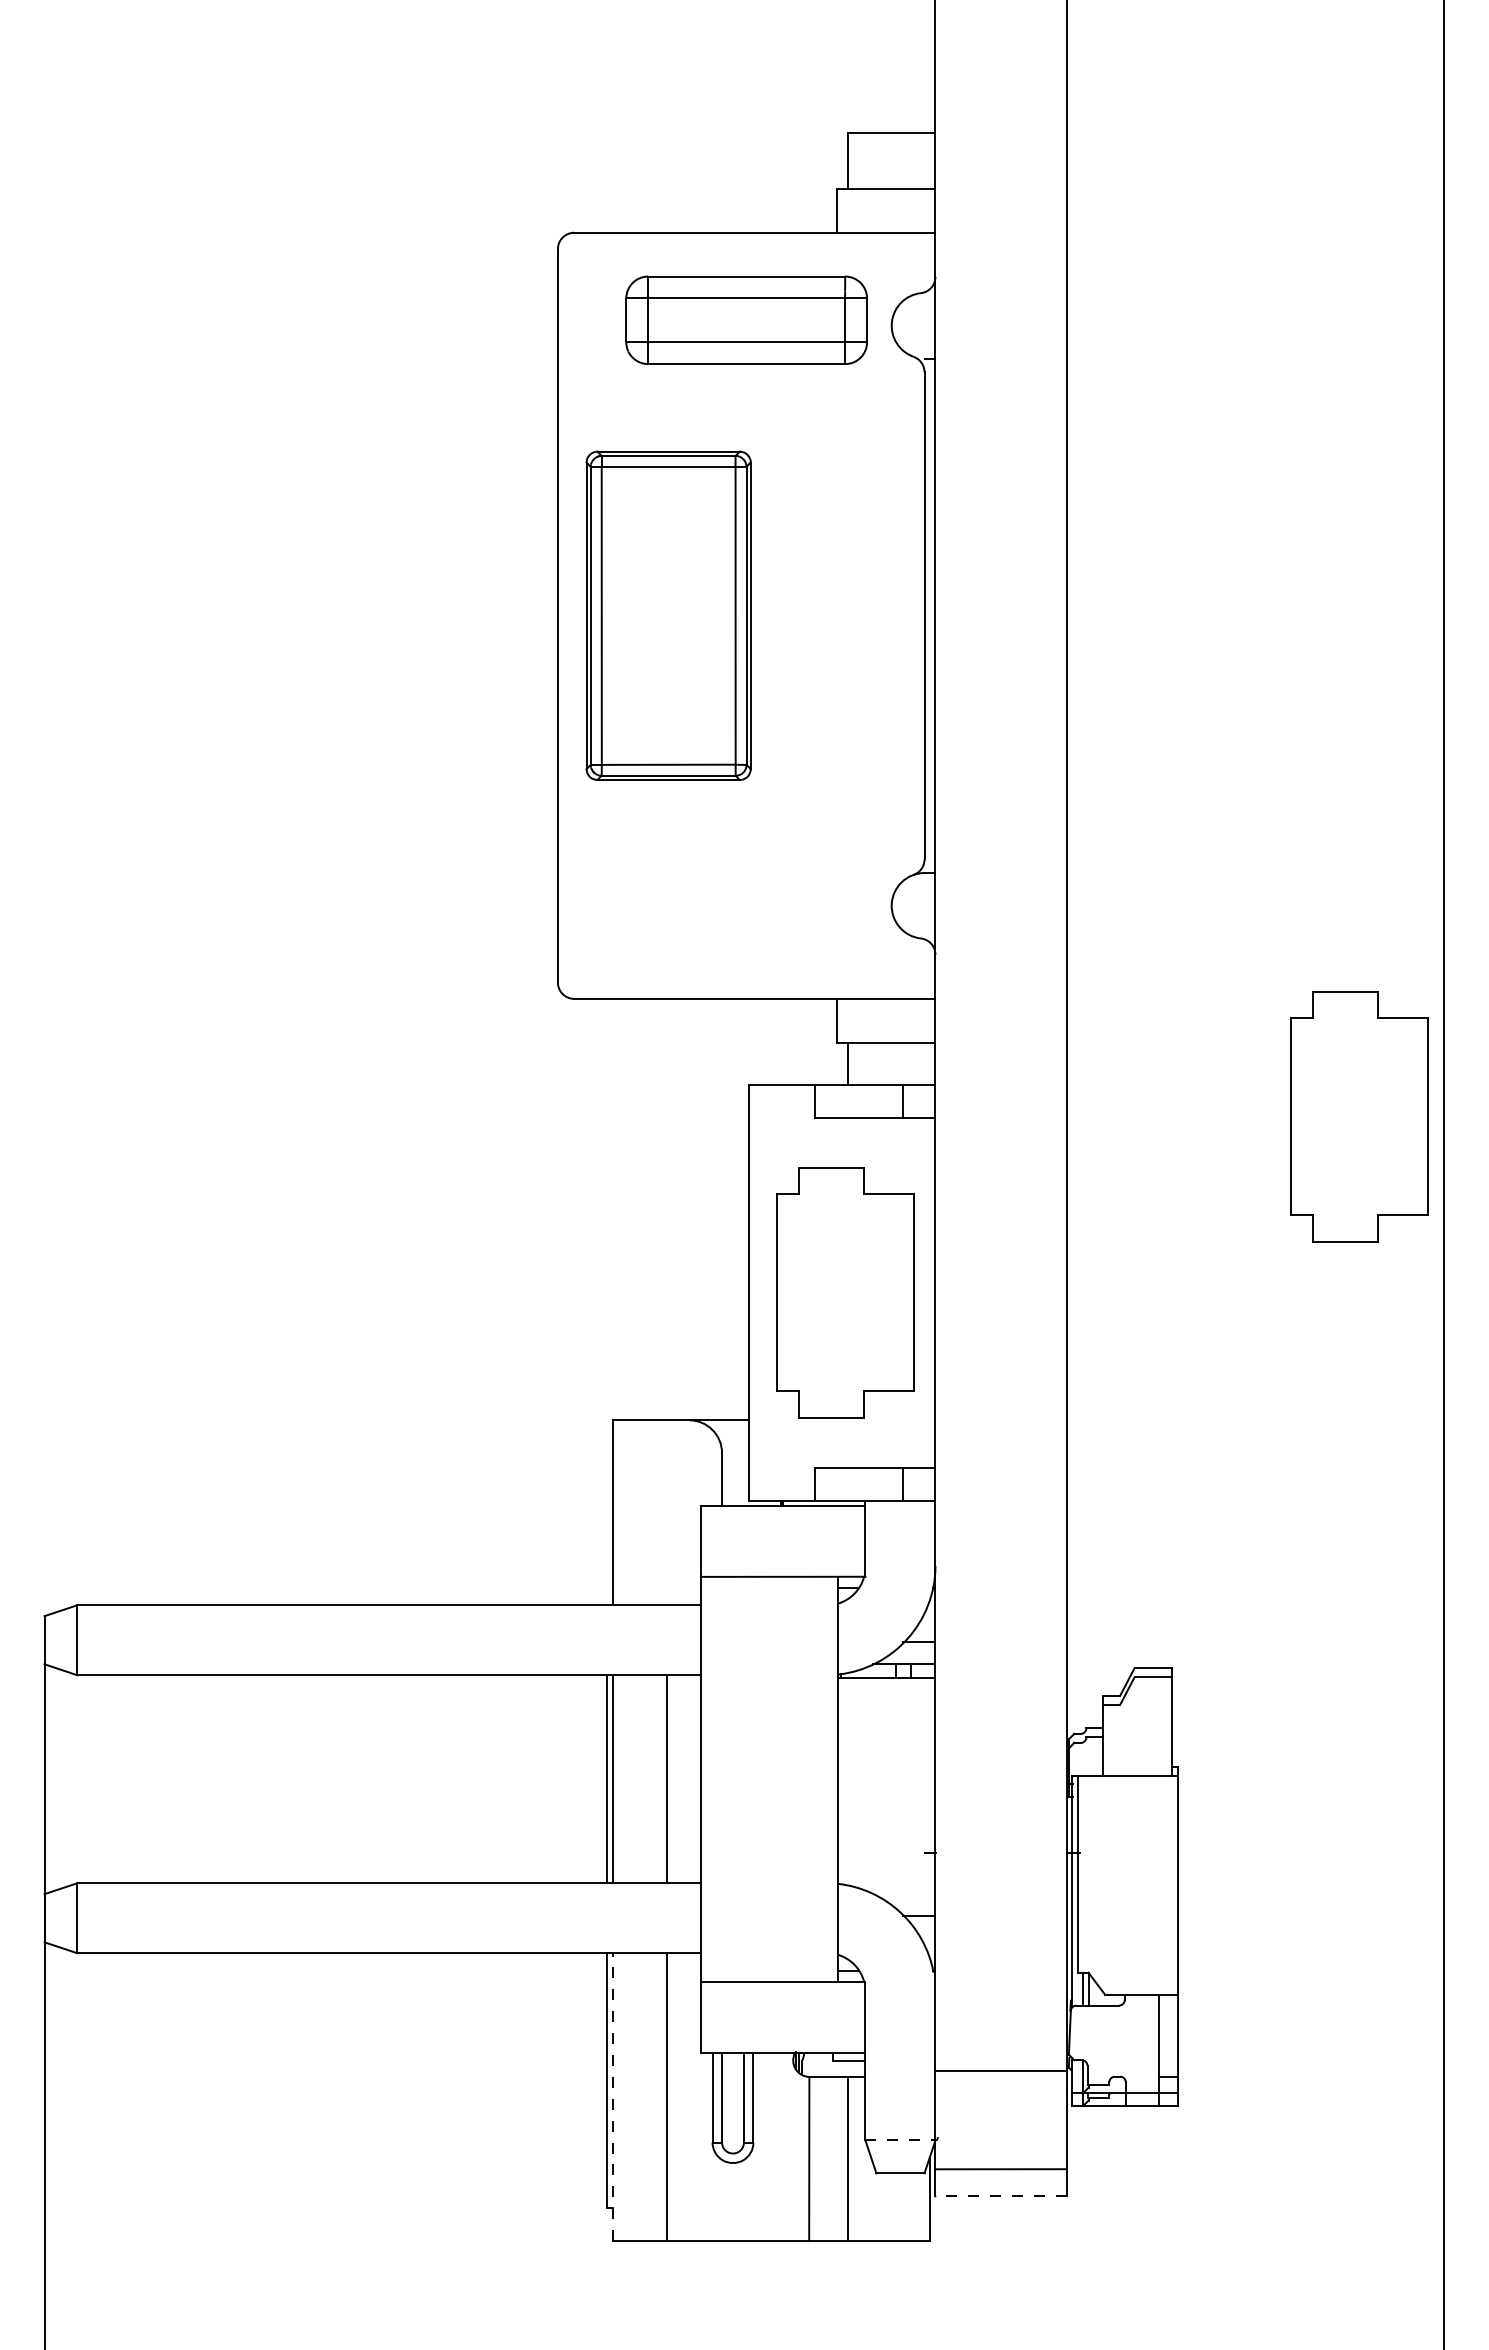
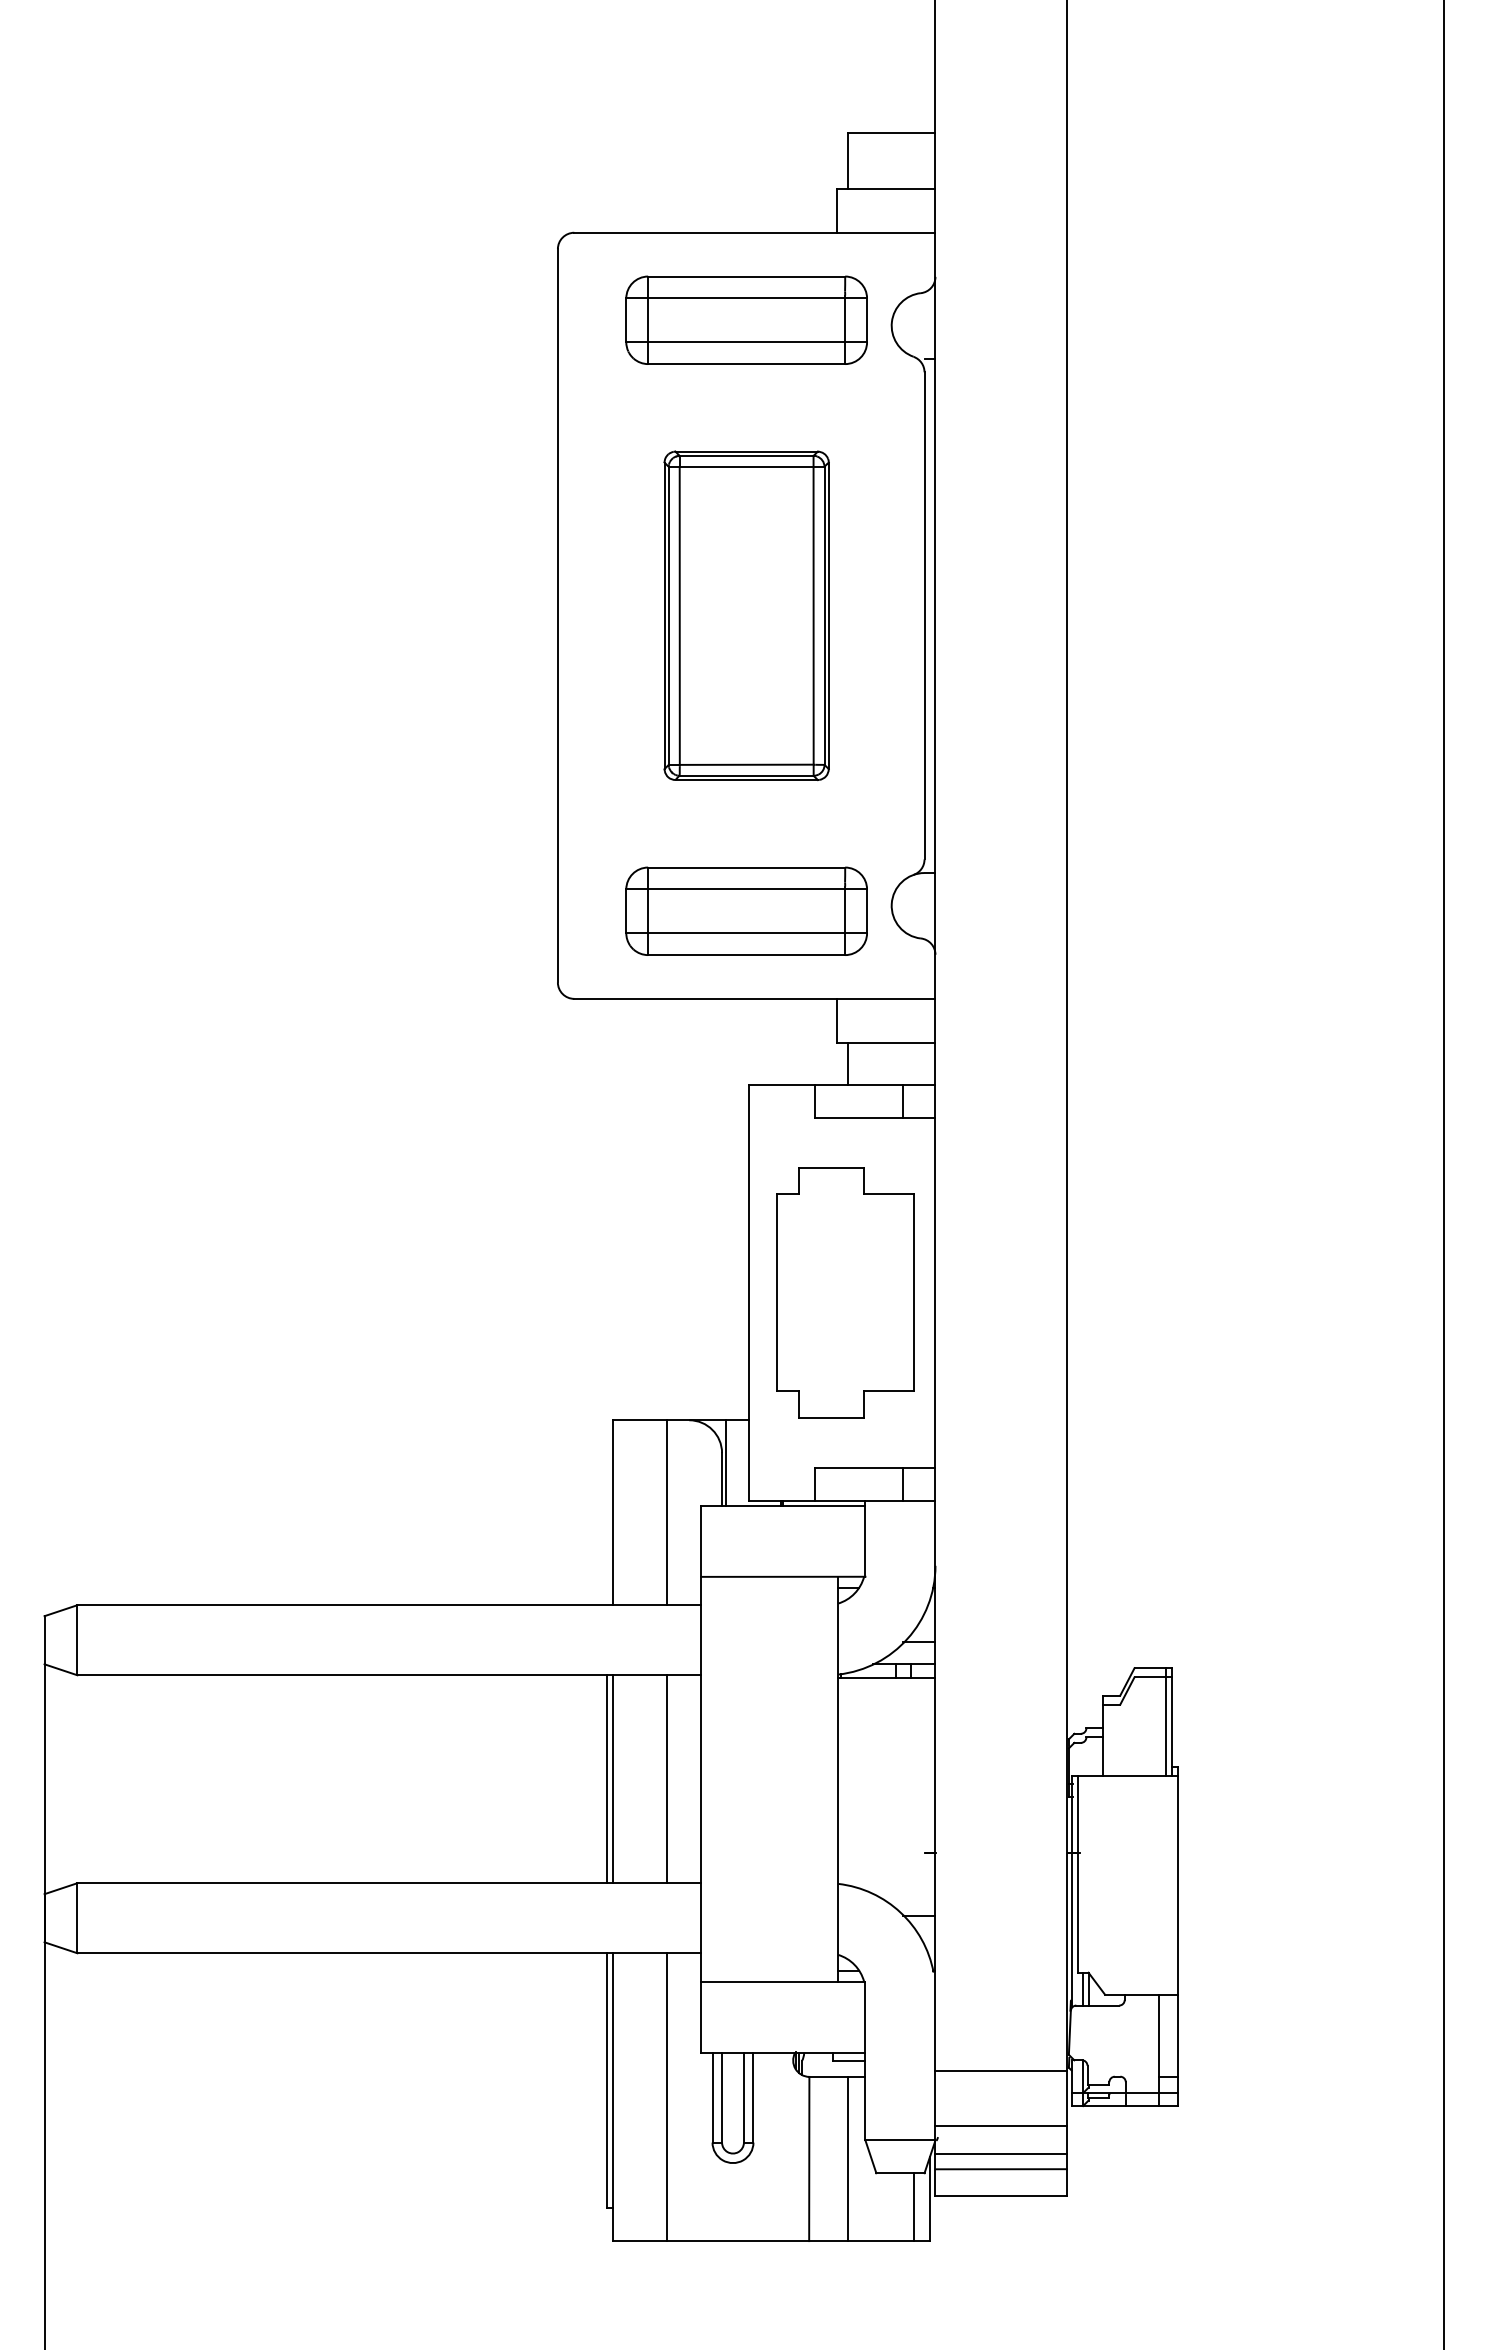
part at (668, 615) position: (668, 615) -> (746, 615)
part at (746, 910): none -> present
part at (1359, 1116): present -> none
line at (726, 1462): none -> present
line at (667, 1512): none -> present
line at (1166, 1721): none -> present
line at (612, 2097): dashed -> solid
line at (1000, 2126): none -> present
line at (900, 2140): dashed -> solid
line at (1000, 2154): none -> present
line at (1001, 2195): dashed -> solid
line at (914, 2207): none -> present
